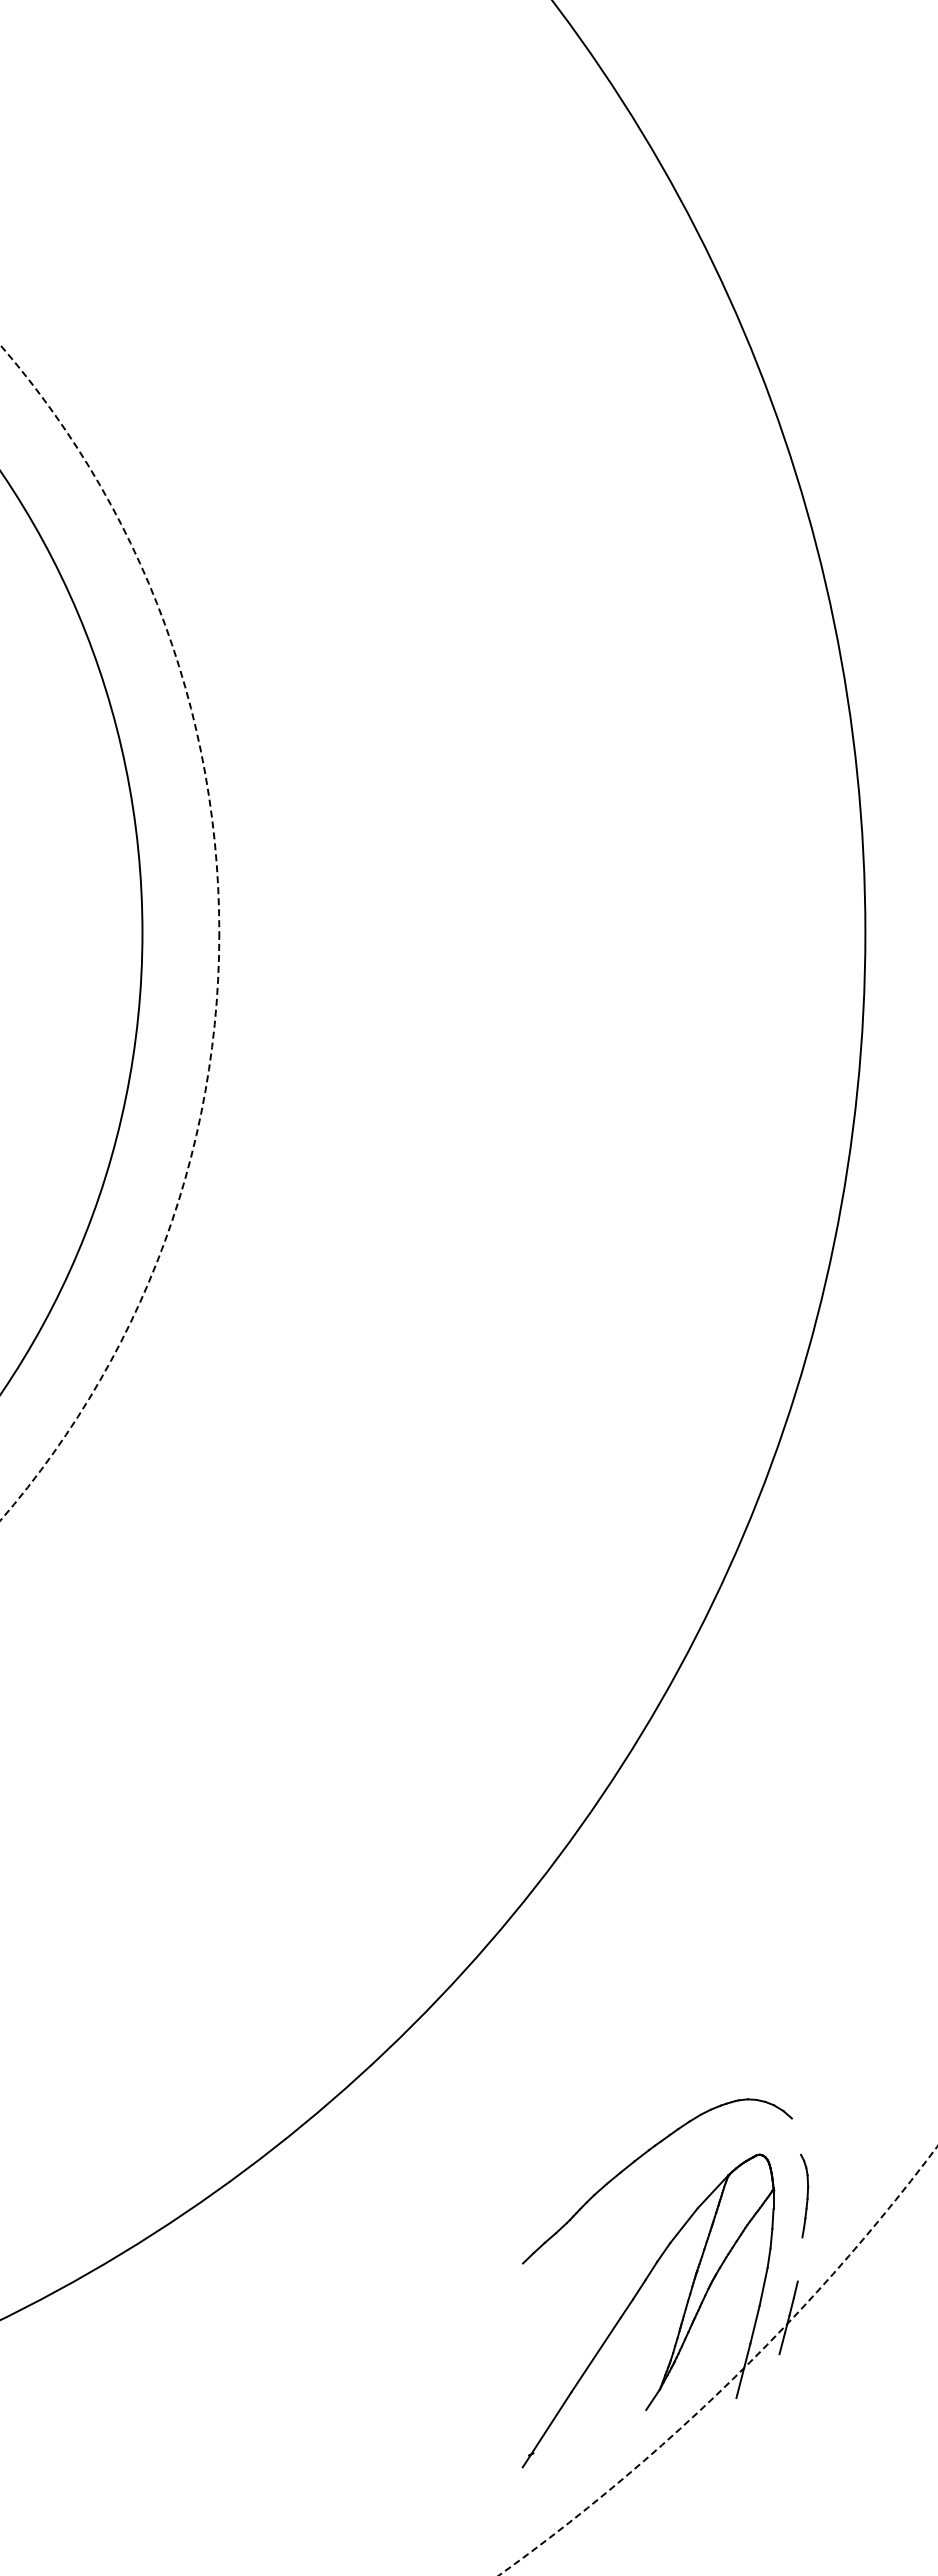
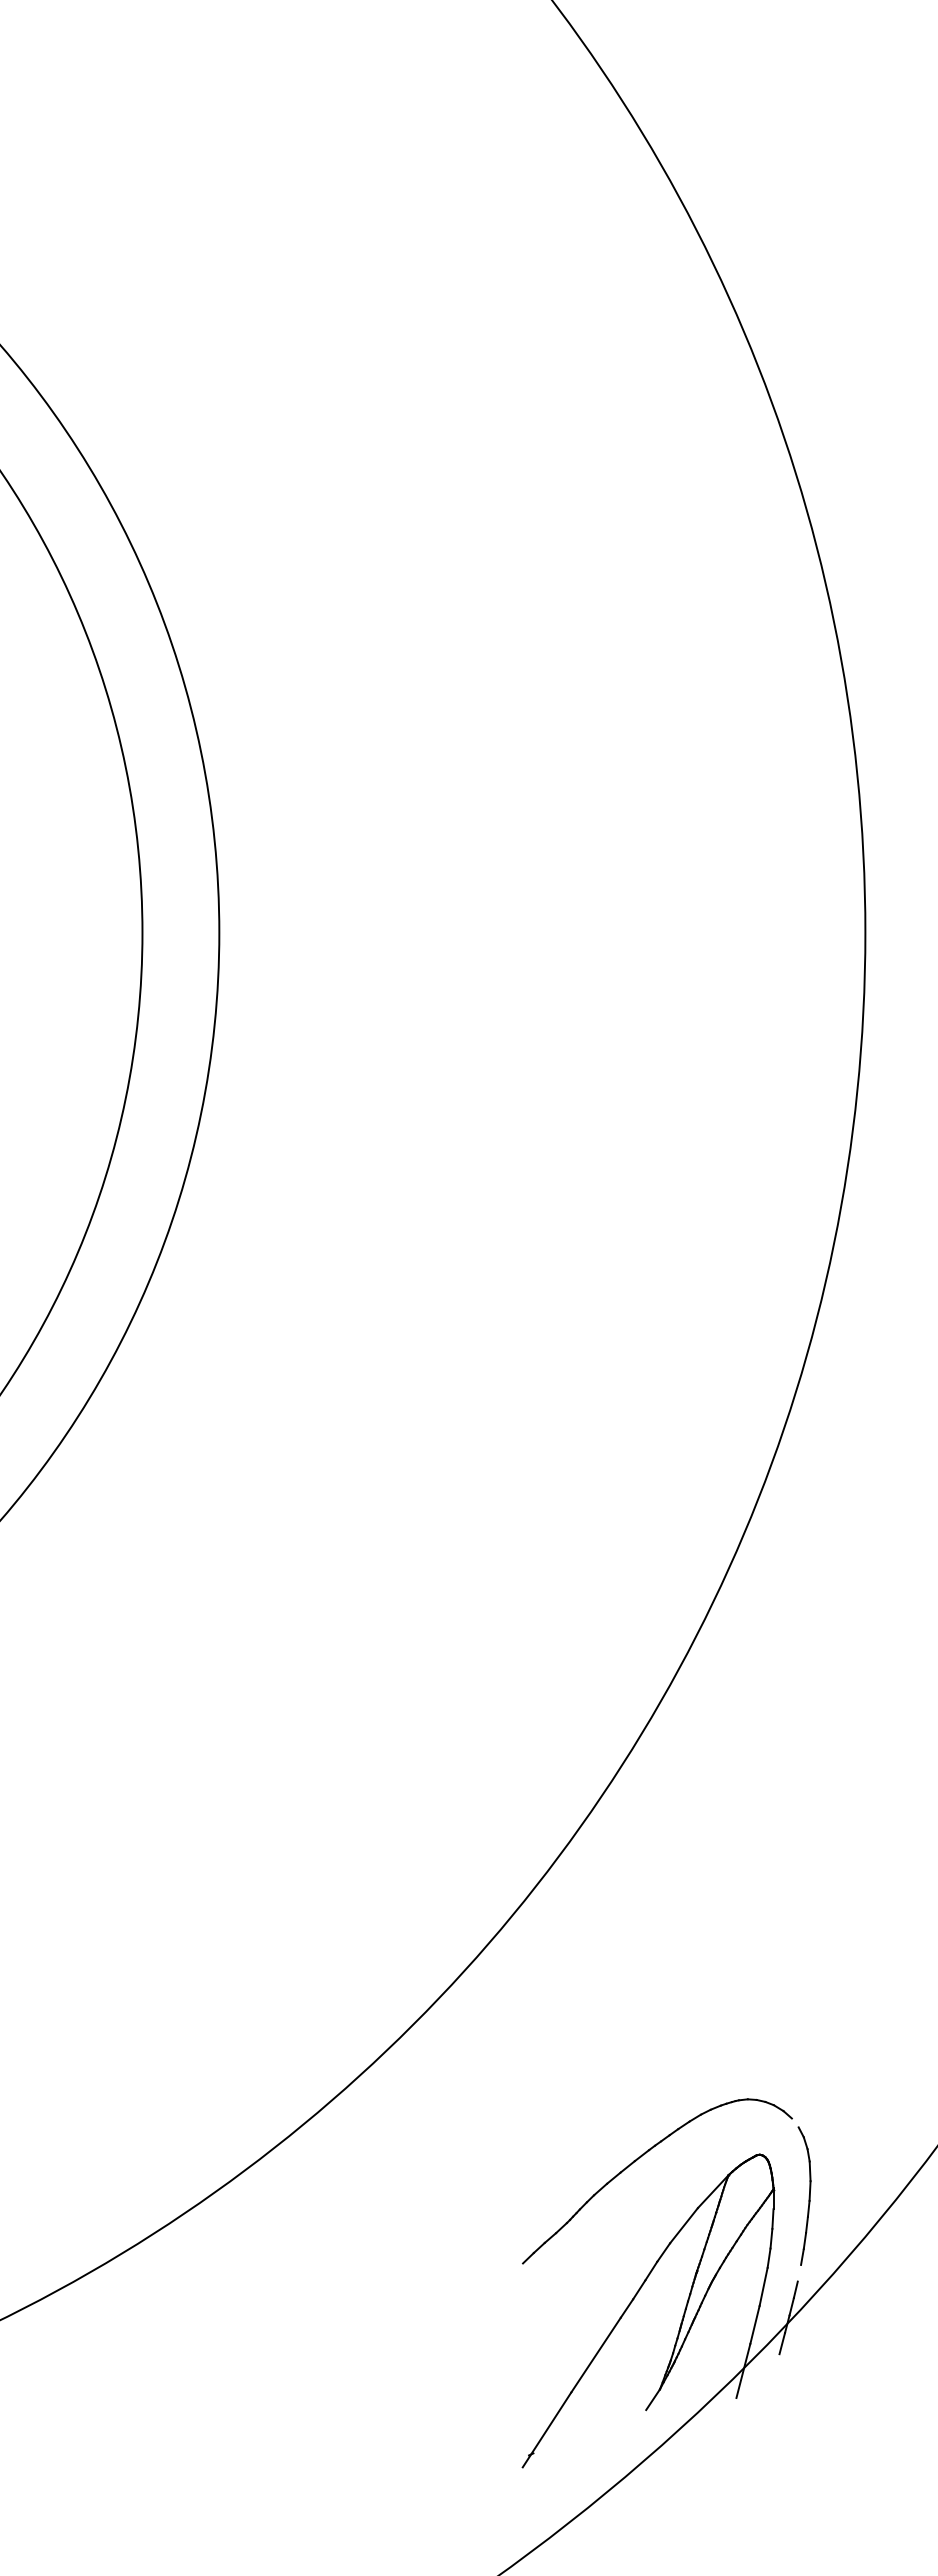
circle at (109, 932): dashed -> solid
part at (804, 2195) size: 10x86 px -> 15x140 px
circle at (717, 2360): dashed -> solid
